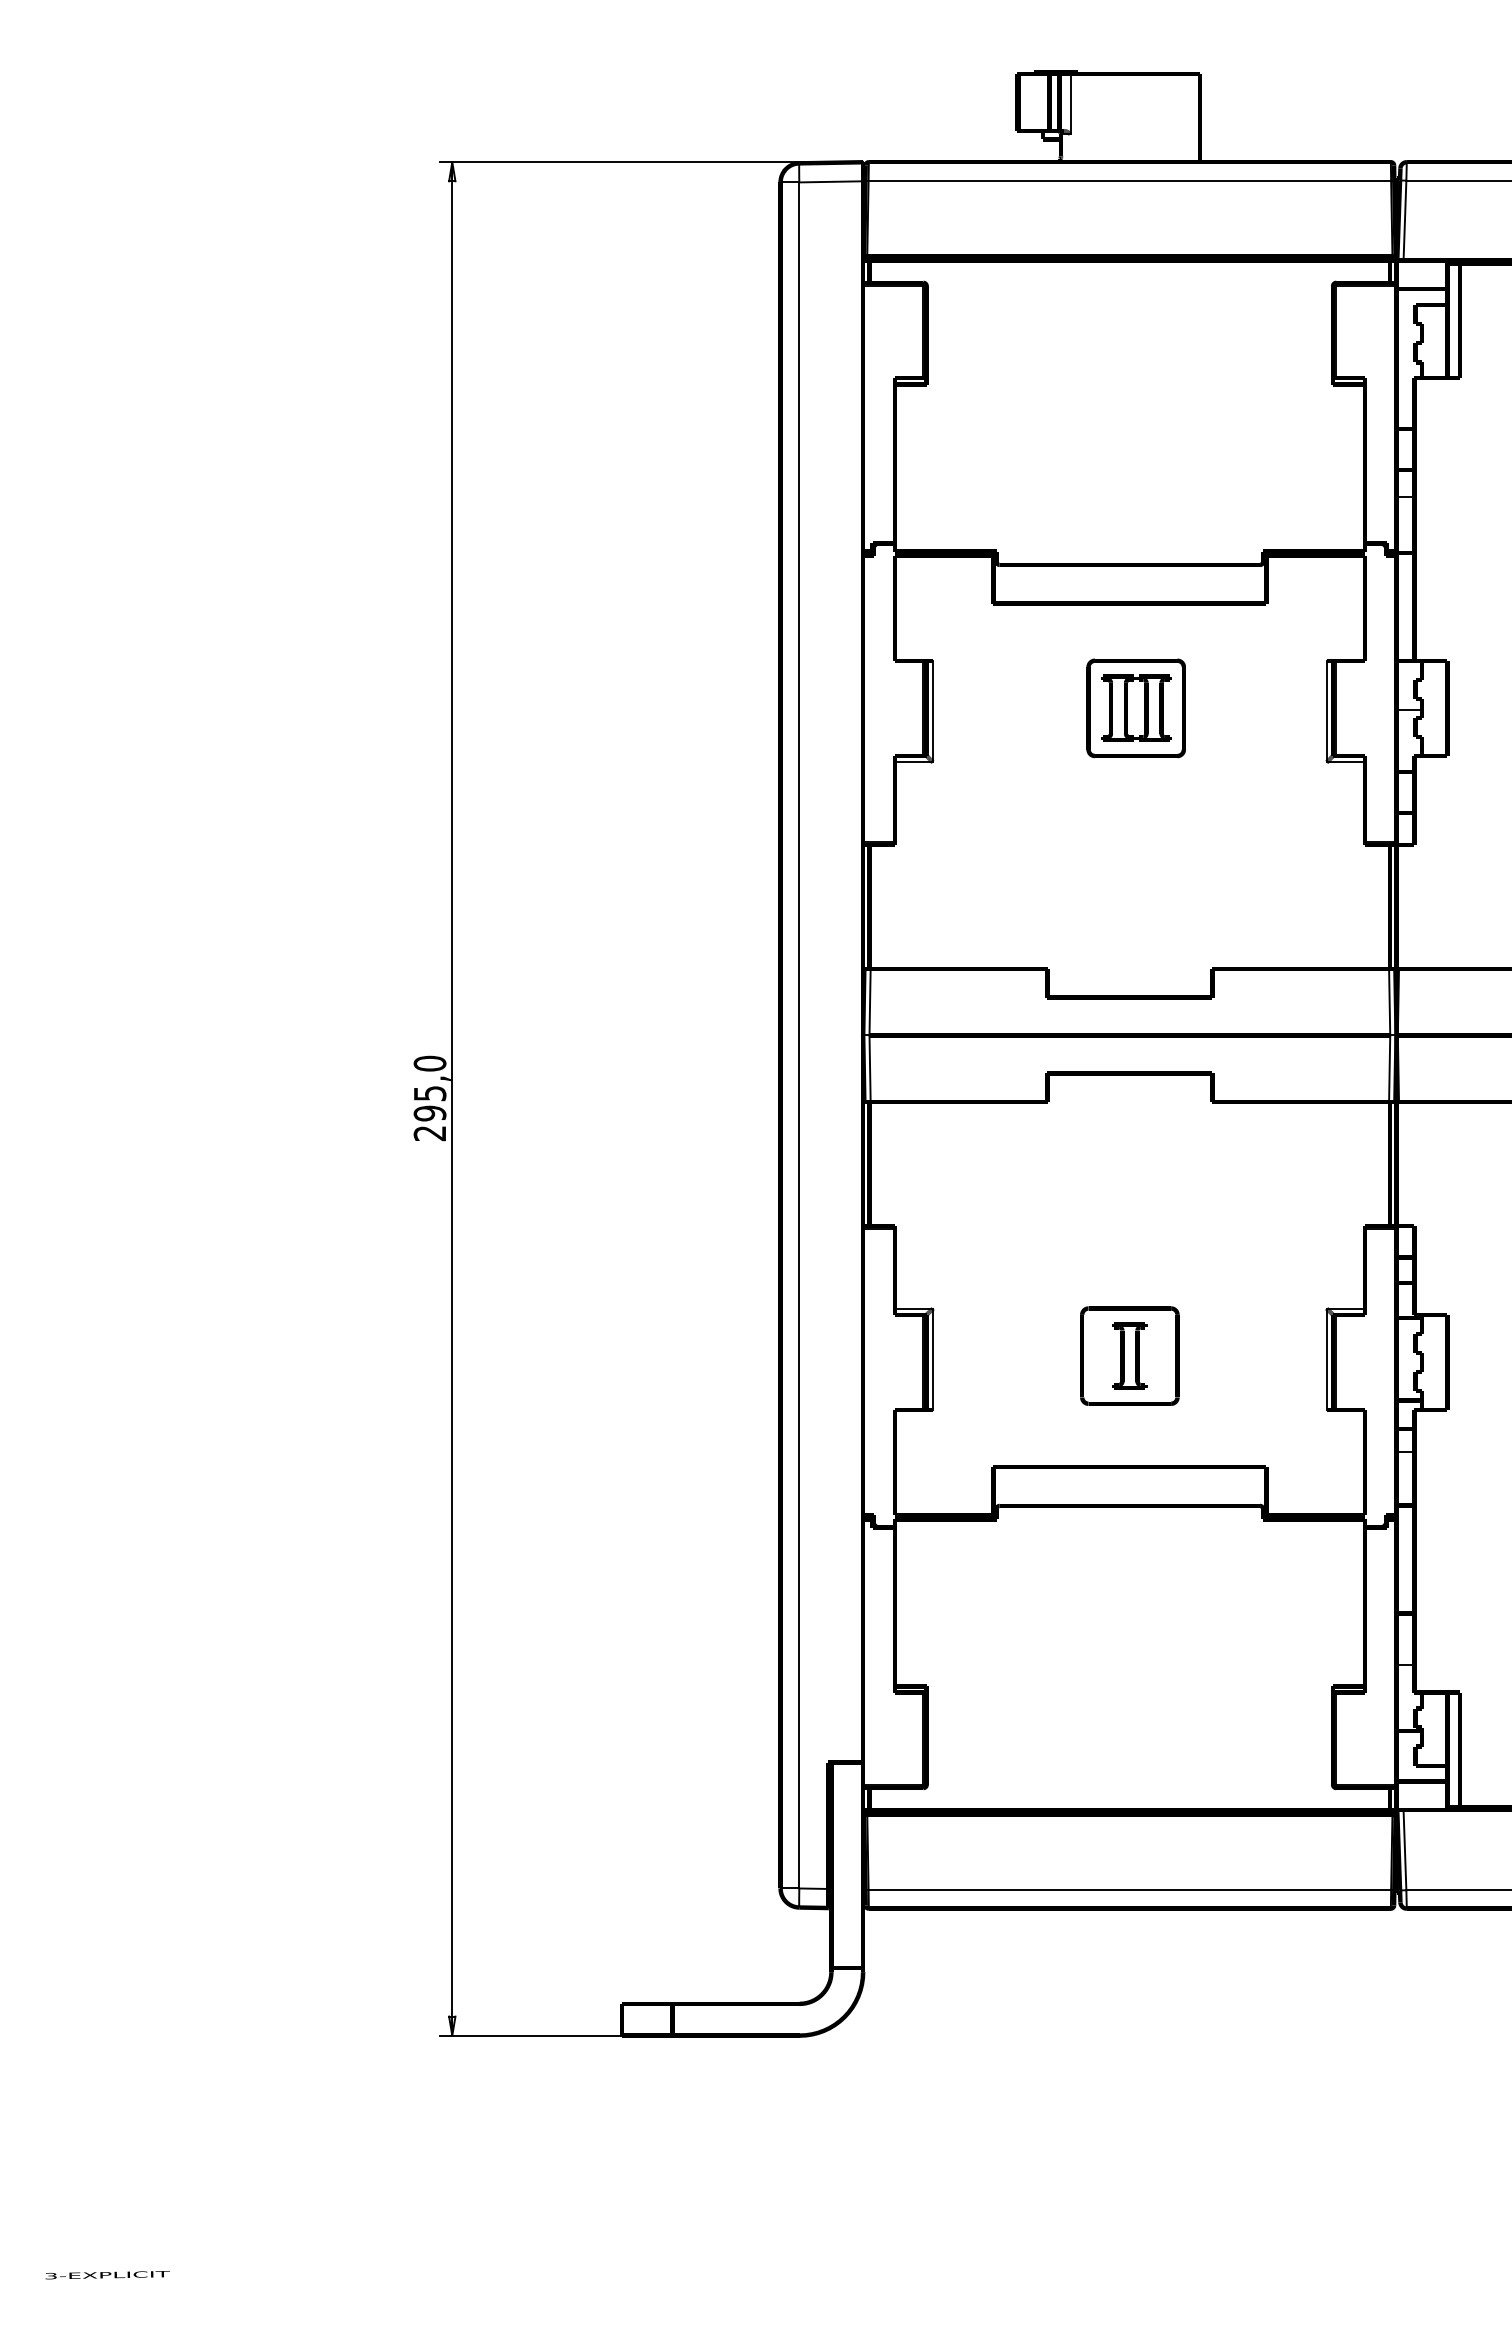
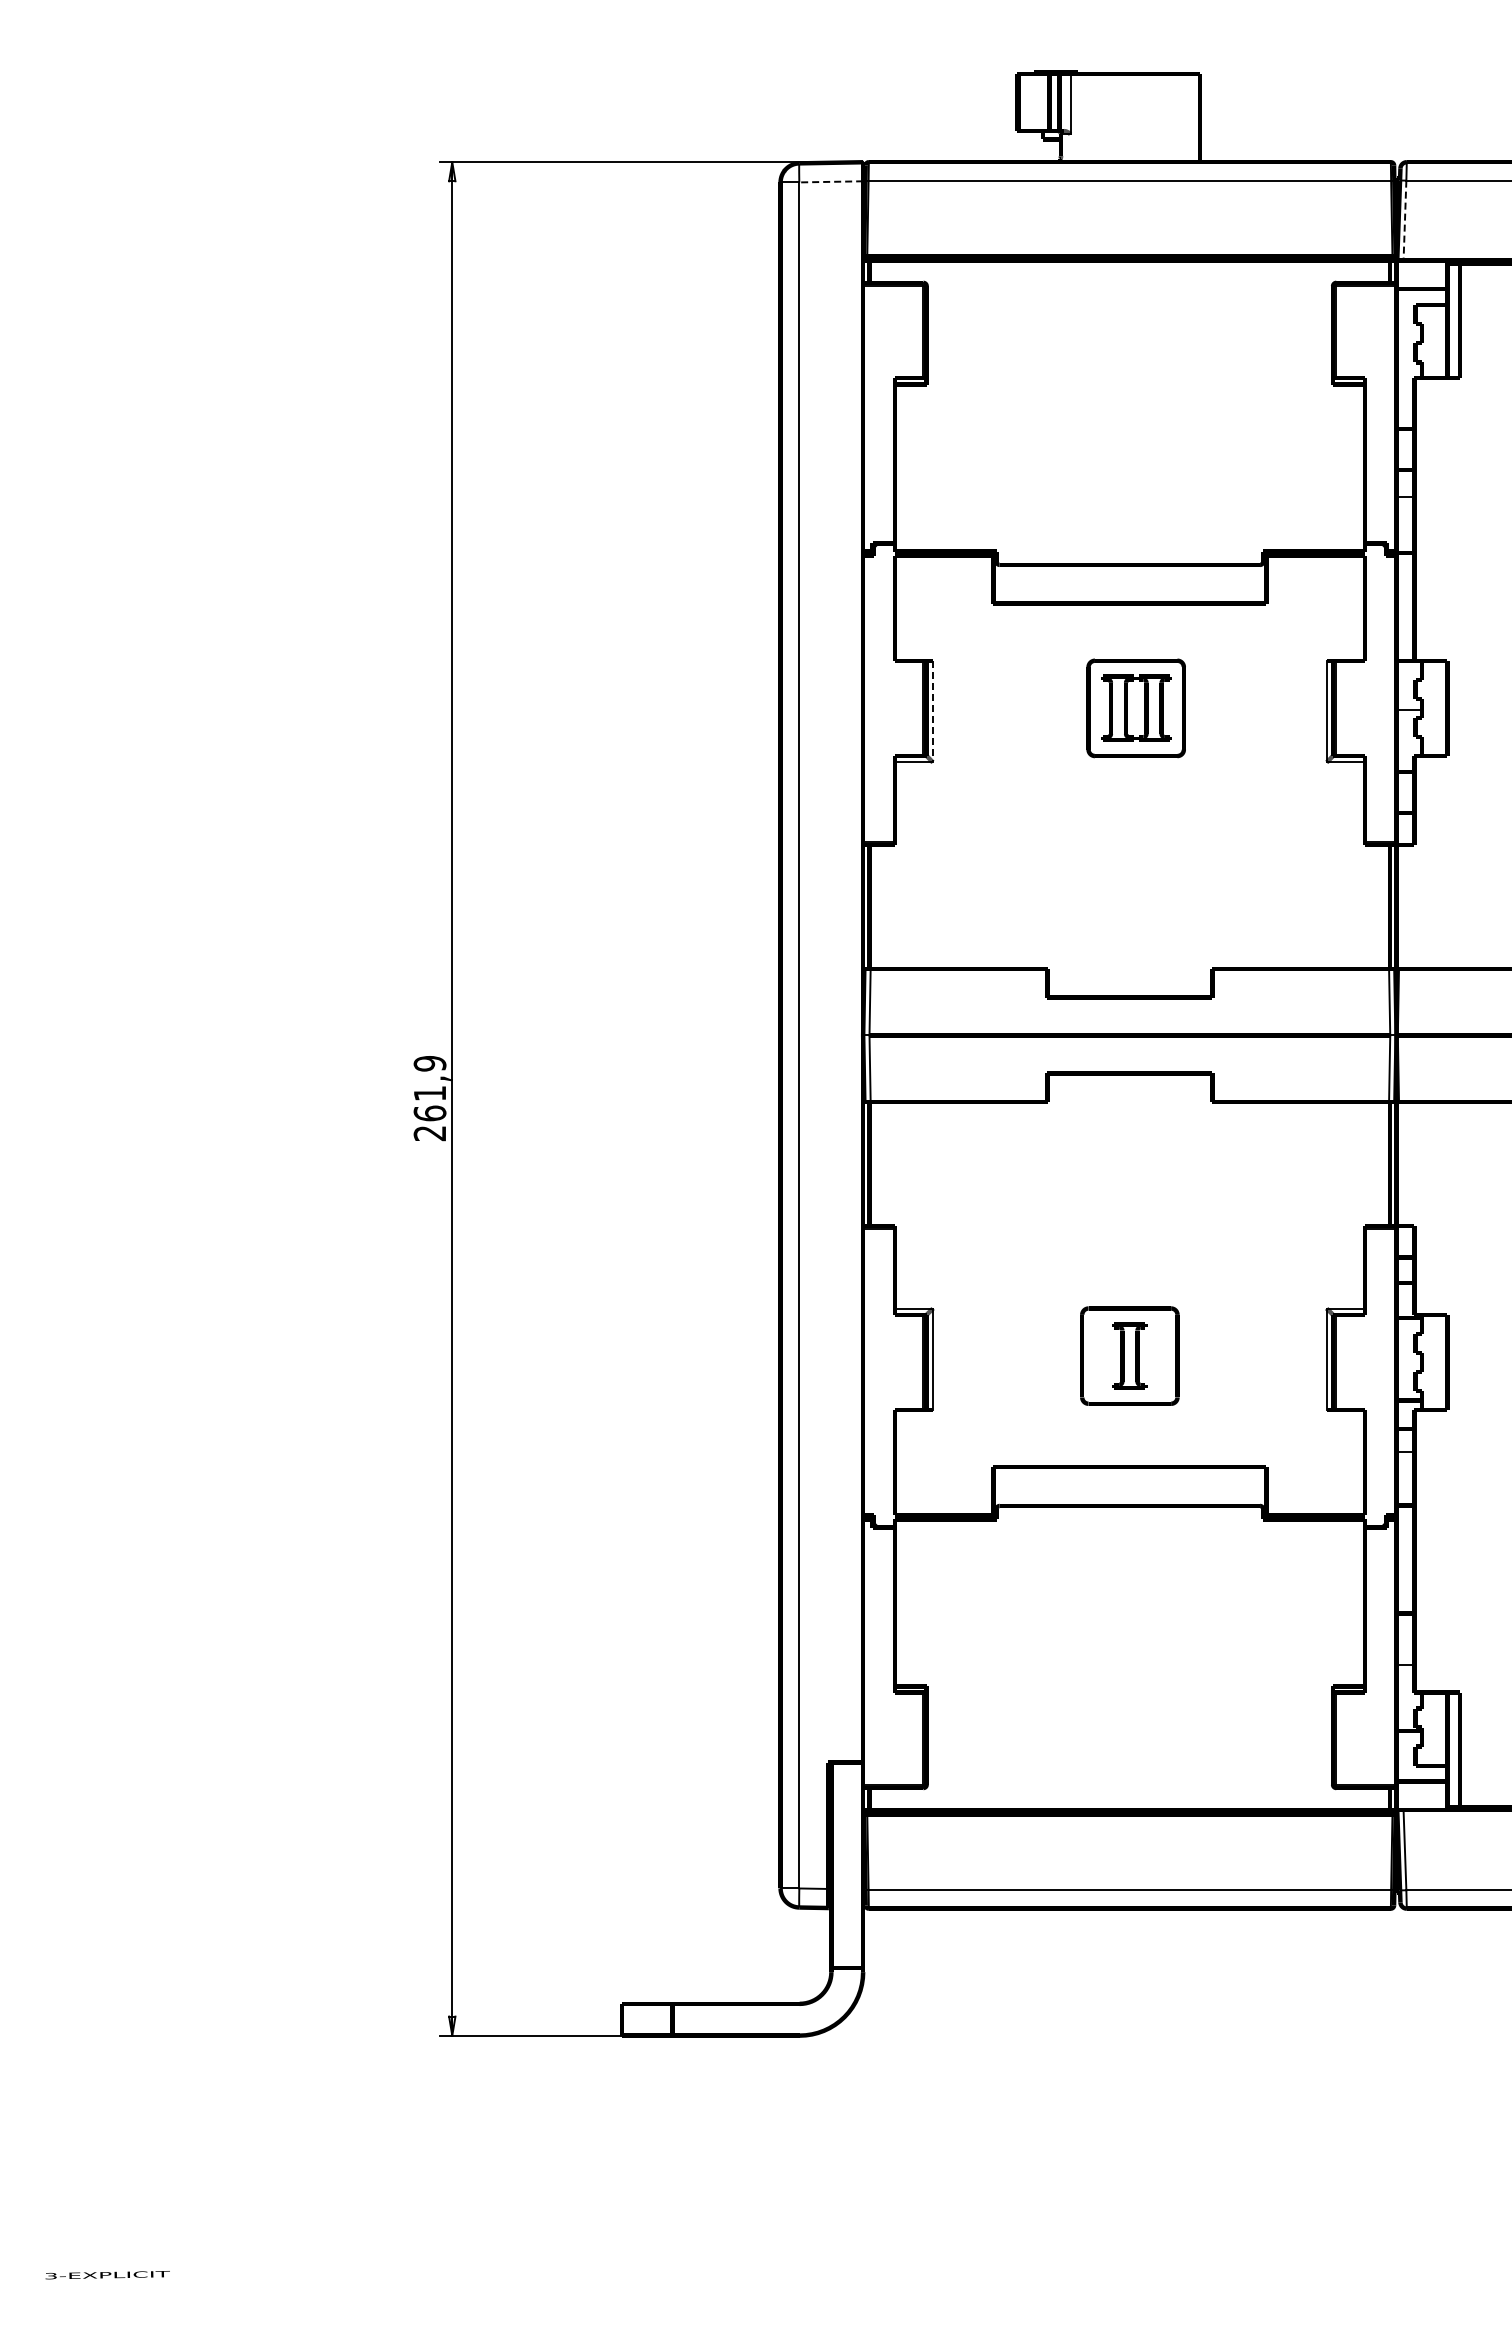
line at (831, 181): solid -> dashed
line at (1404, 221): solid -> dashed
line at (933, 711): solid -> dashed
text at (429, 1088): 295,0 -> 261,9
